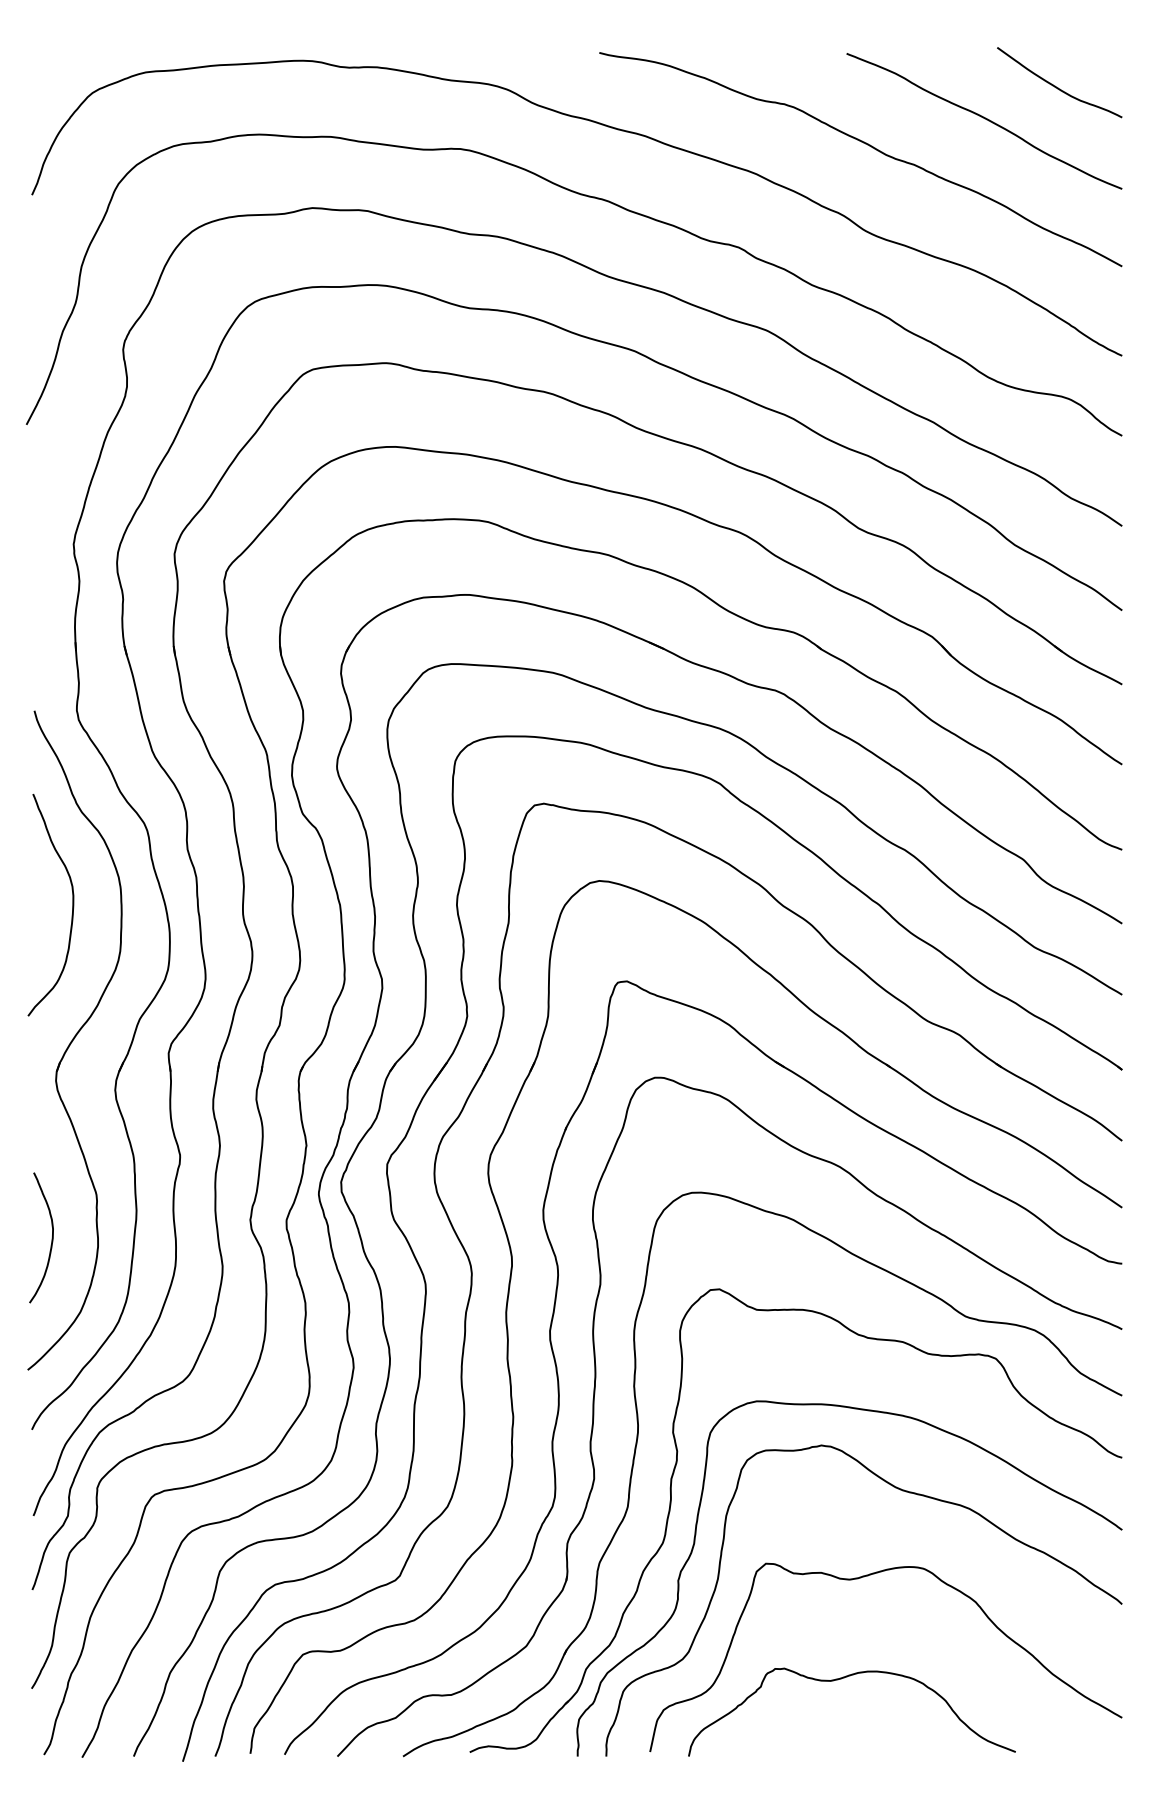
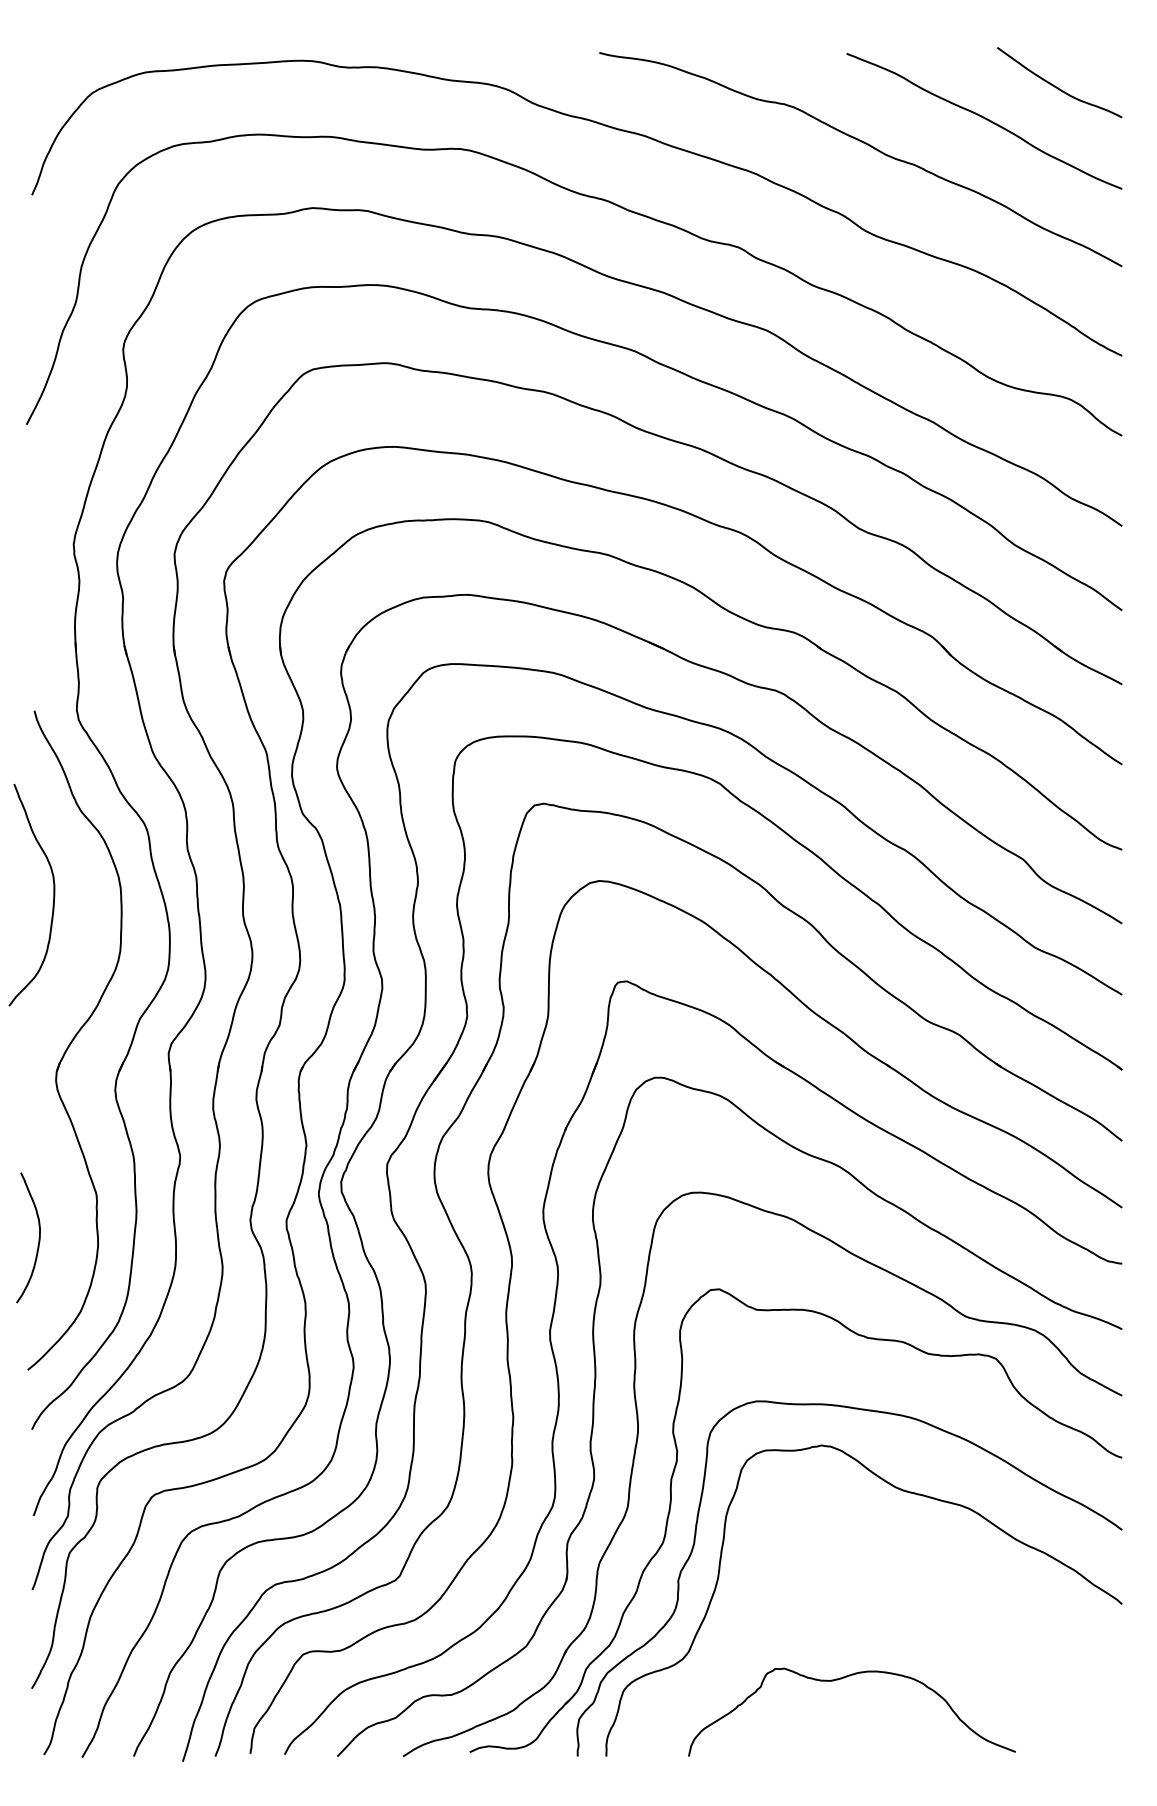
curve at (72, 905) position: (72, 905) -> (53, 895)
curve at (51, 1237) position: (51, 1237) -> (38, 1237)
curve at (858, 1579): present -> none
